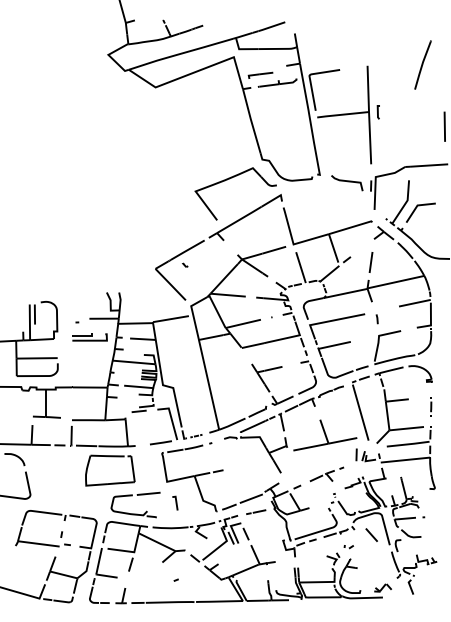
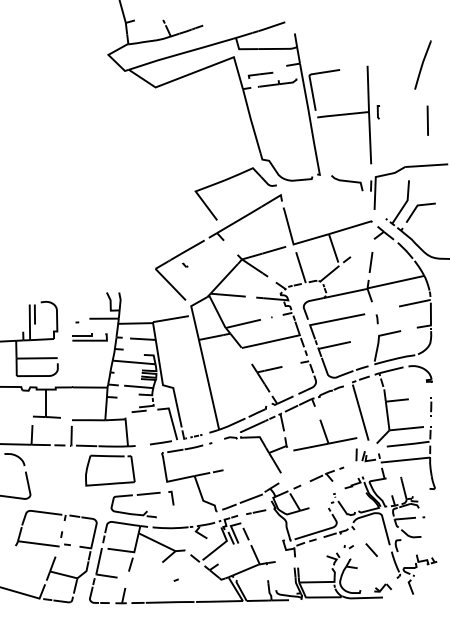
line at (444, 126) position: (444, 126) -> (427, 120)
line at (175, 502) position: (175, 502) -> (171, 497)
line at (371, 534) position: (371, 534) -> (371, 549)
